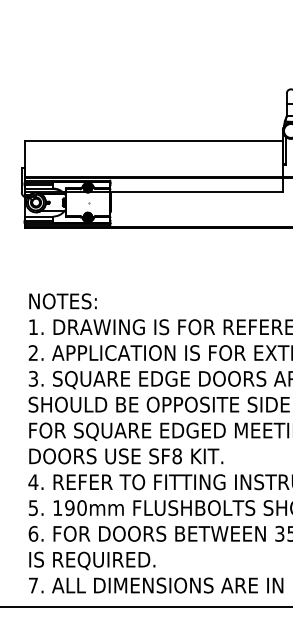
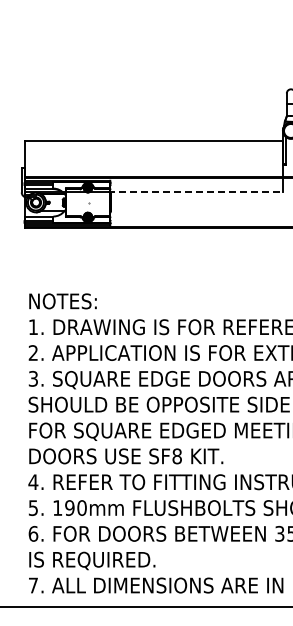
line at (195, 192): solid -> dashed
